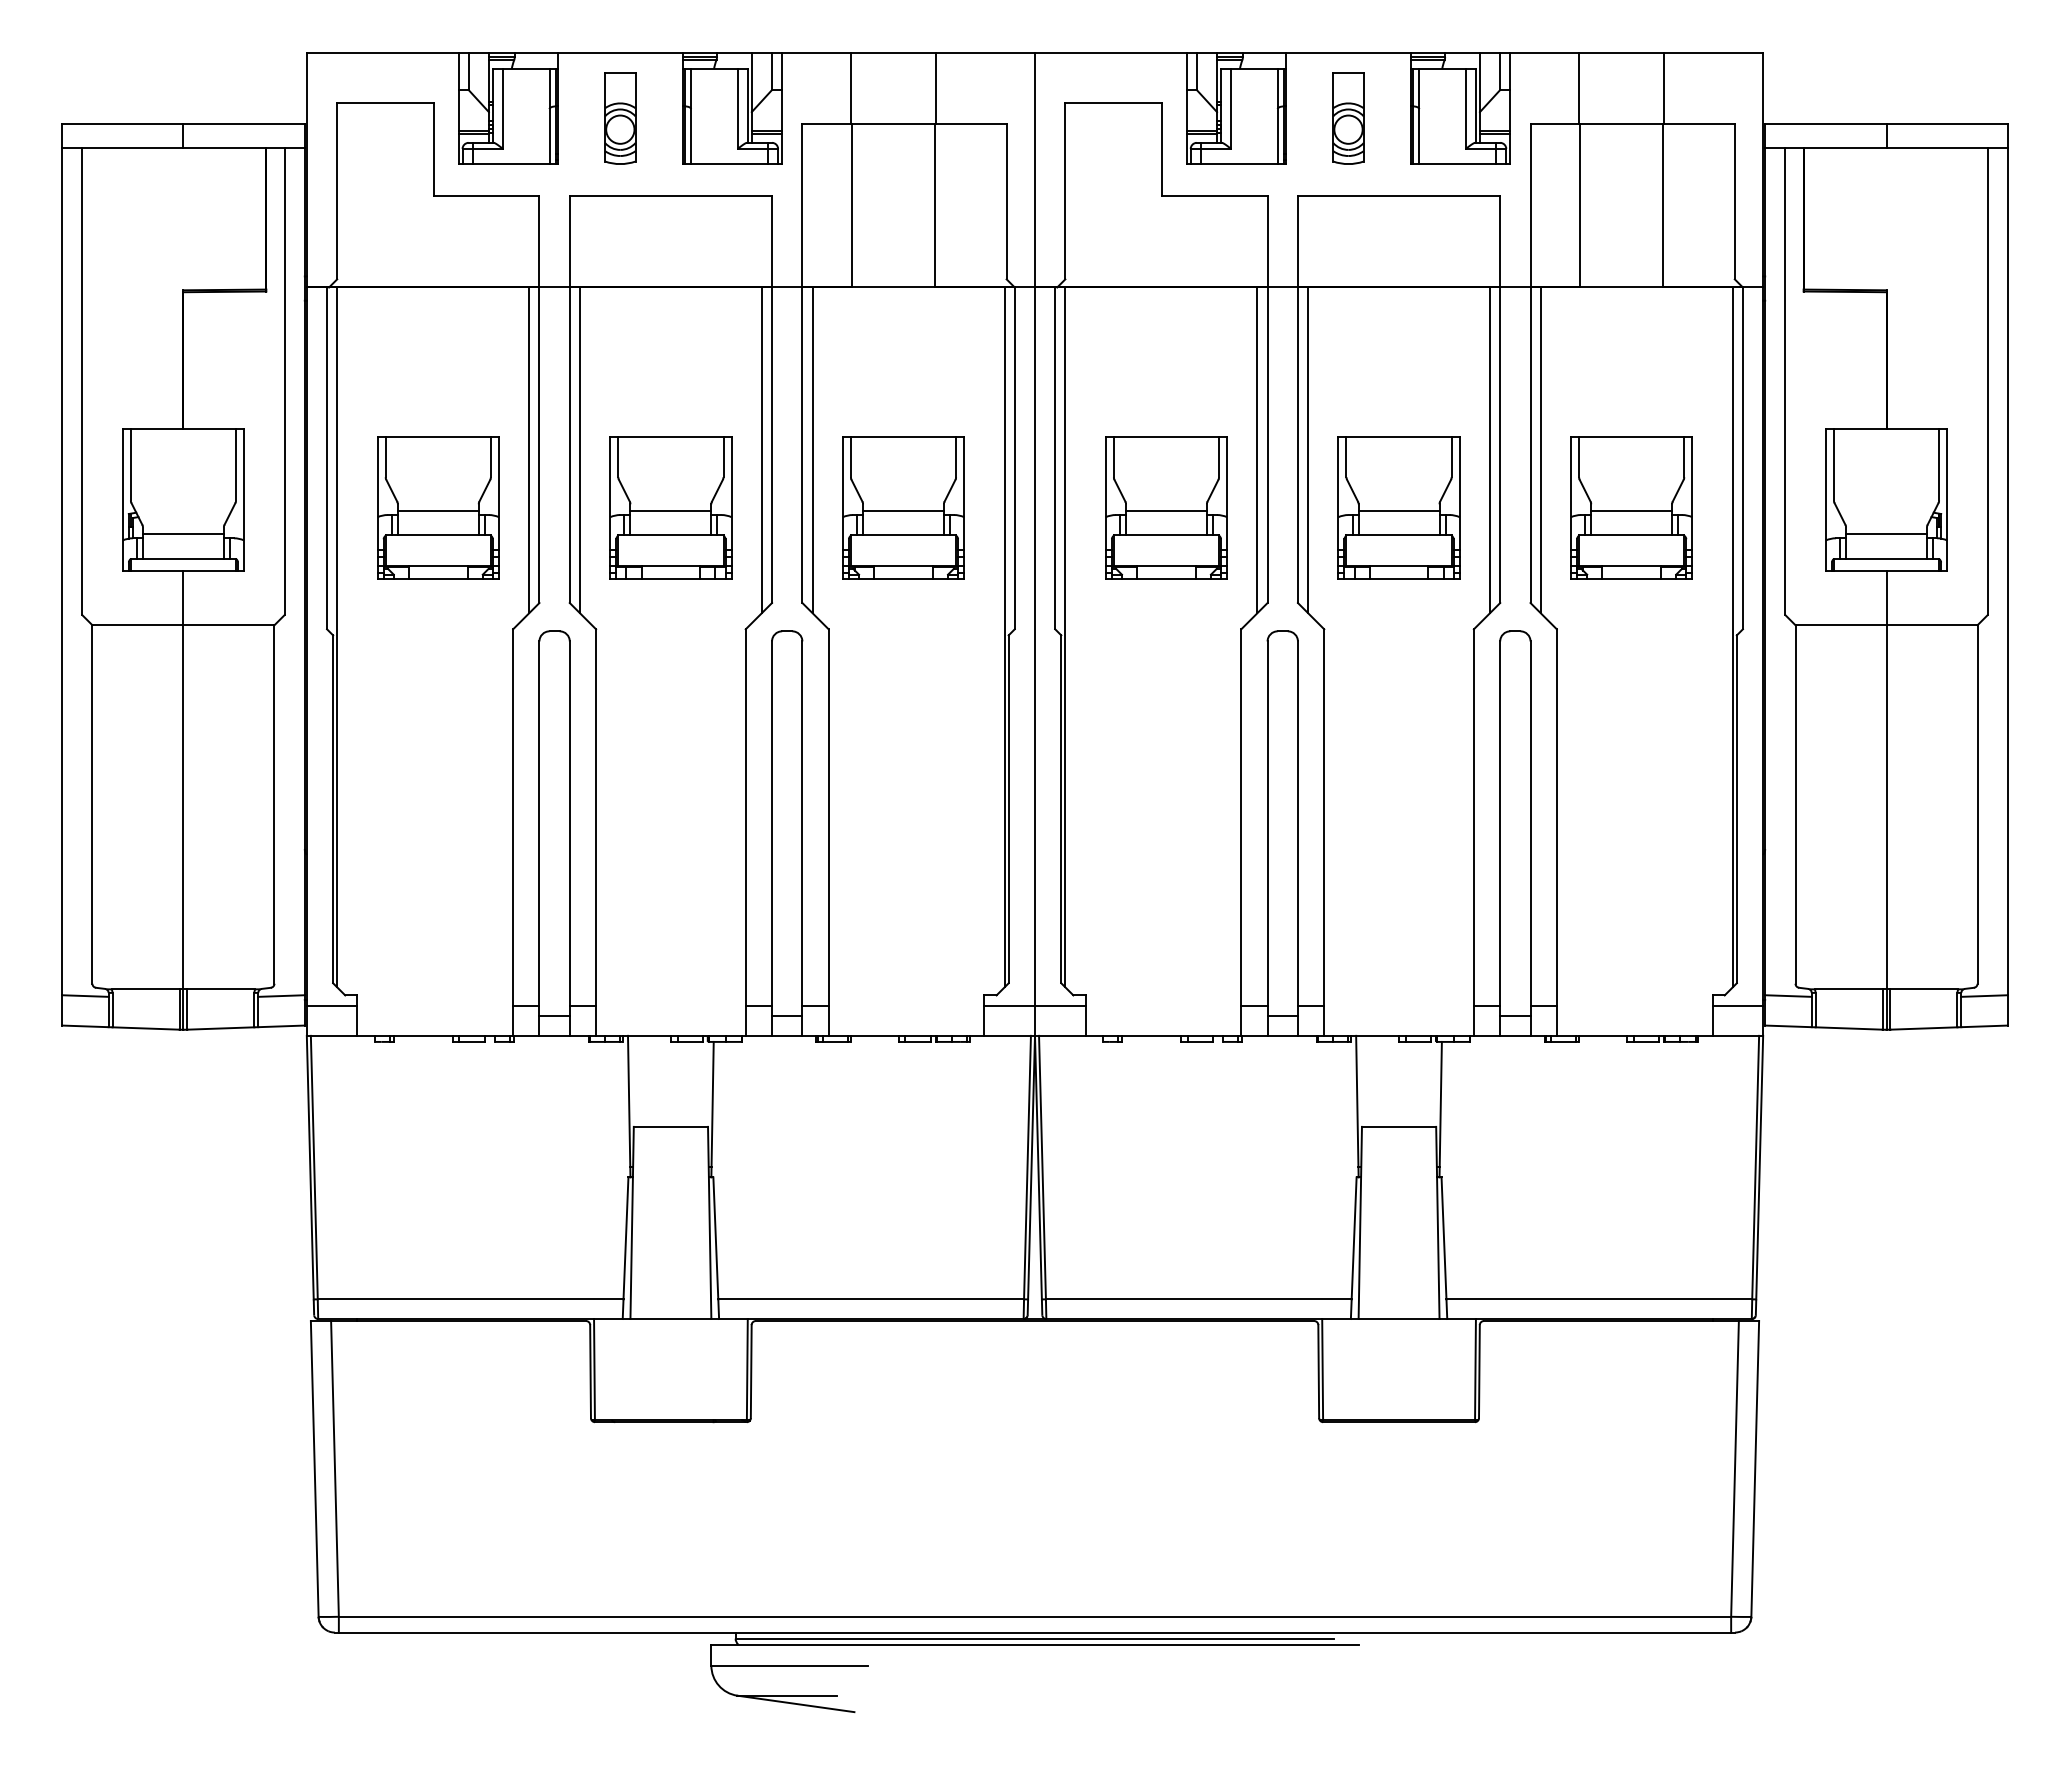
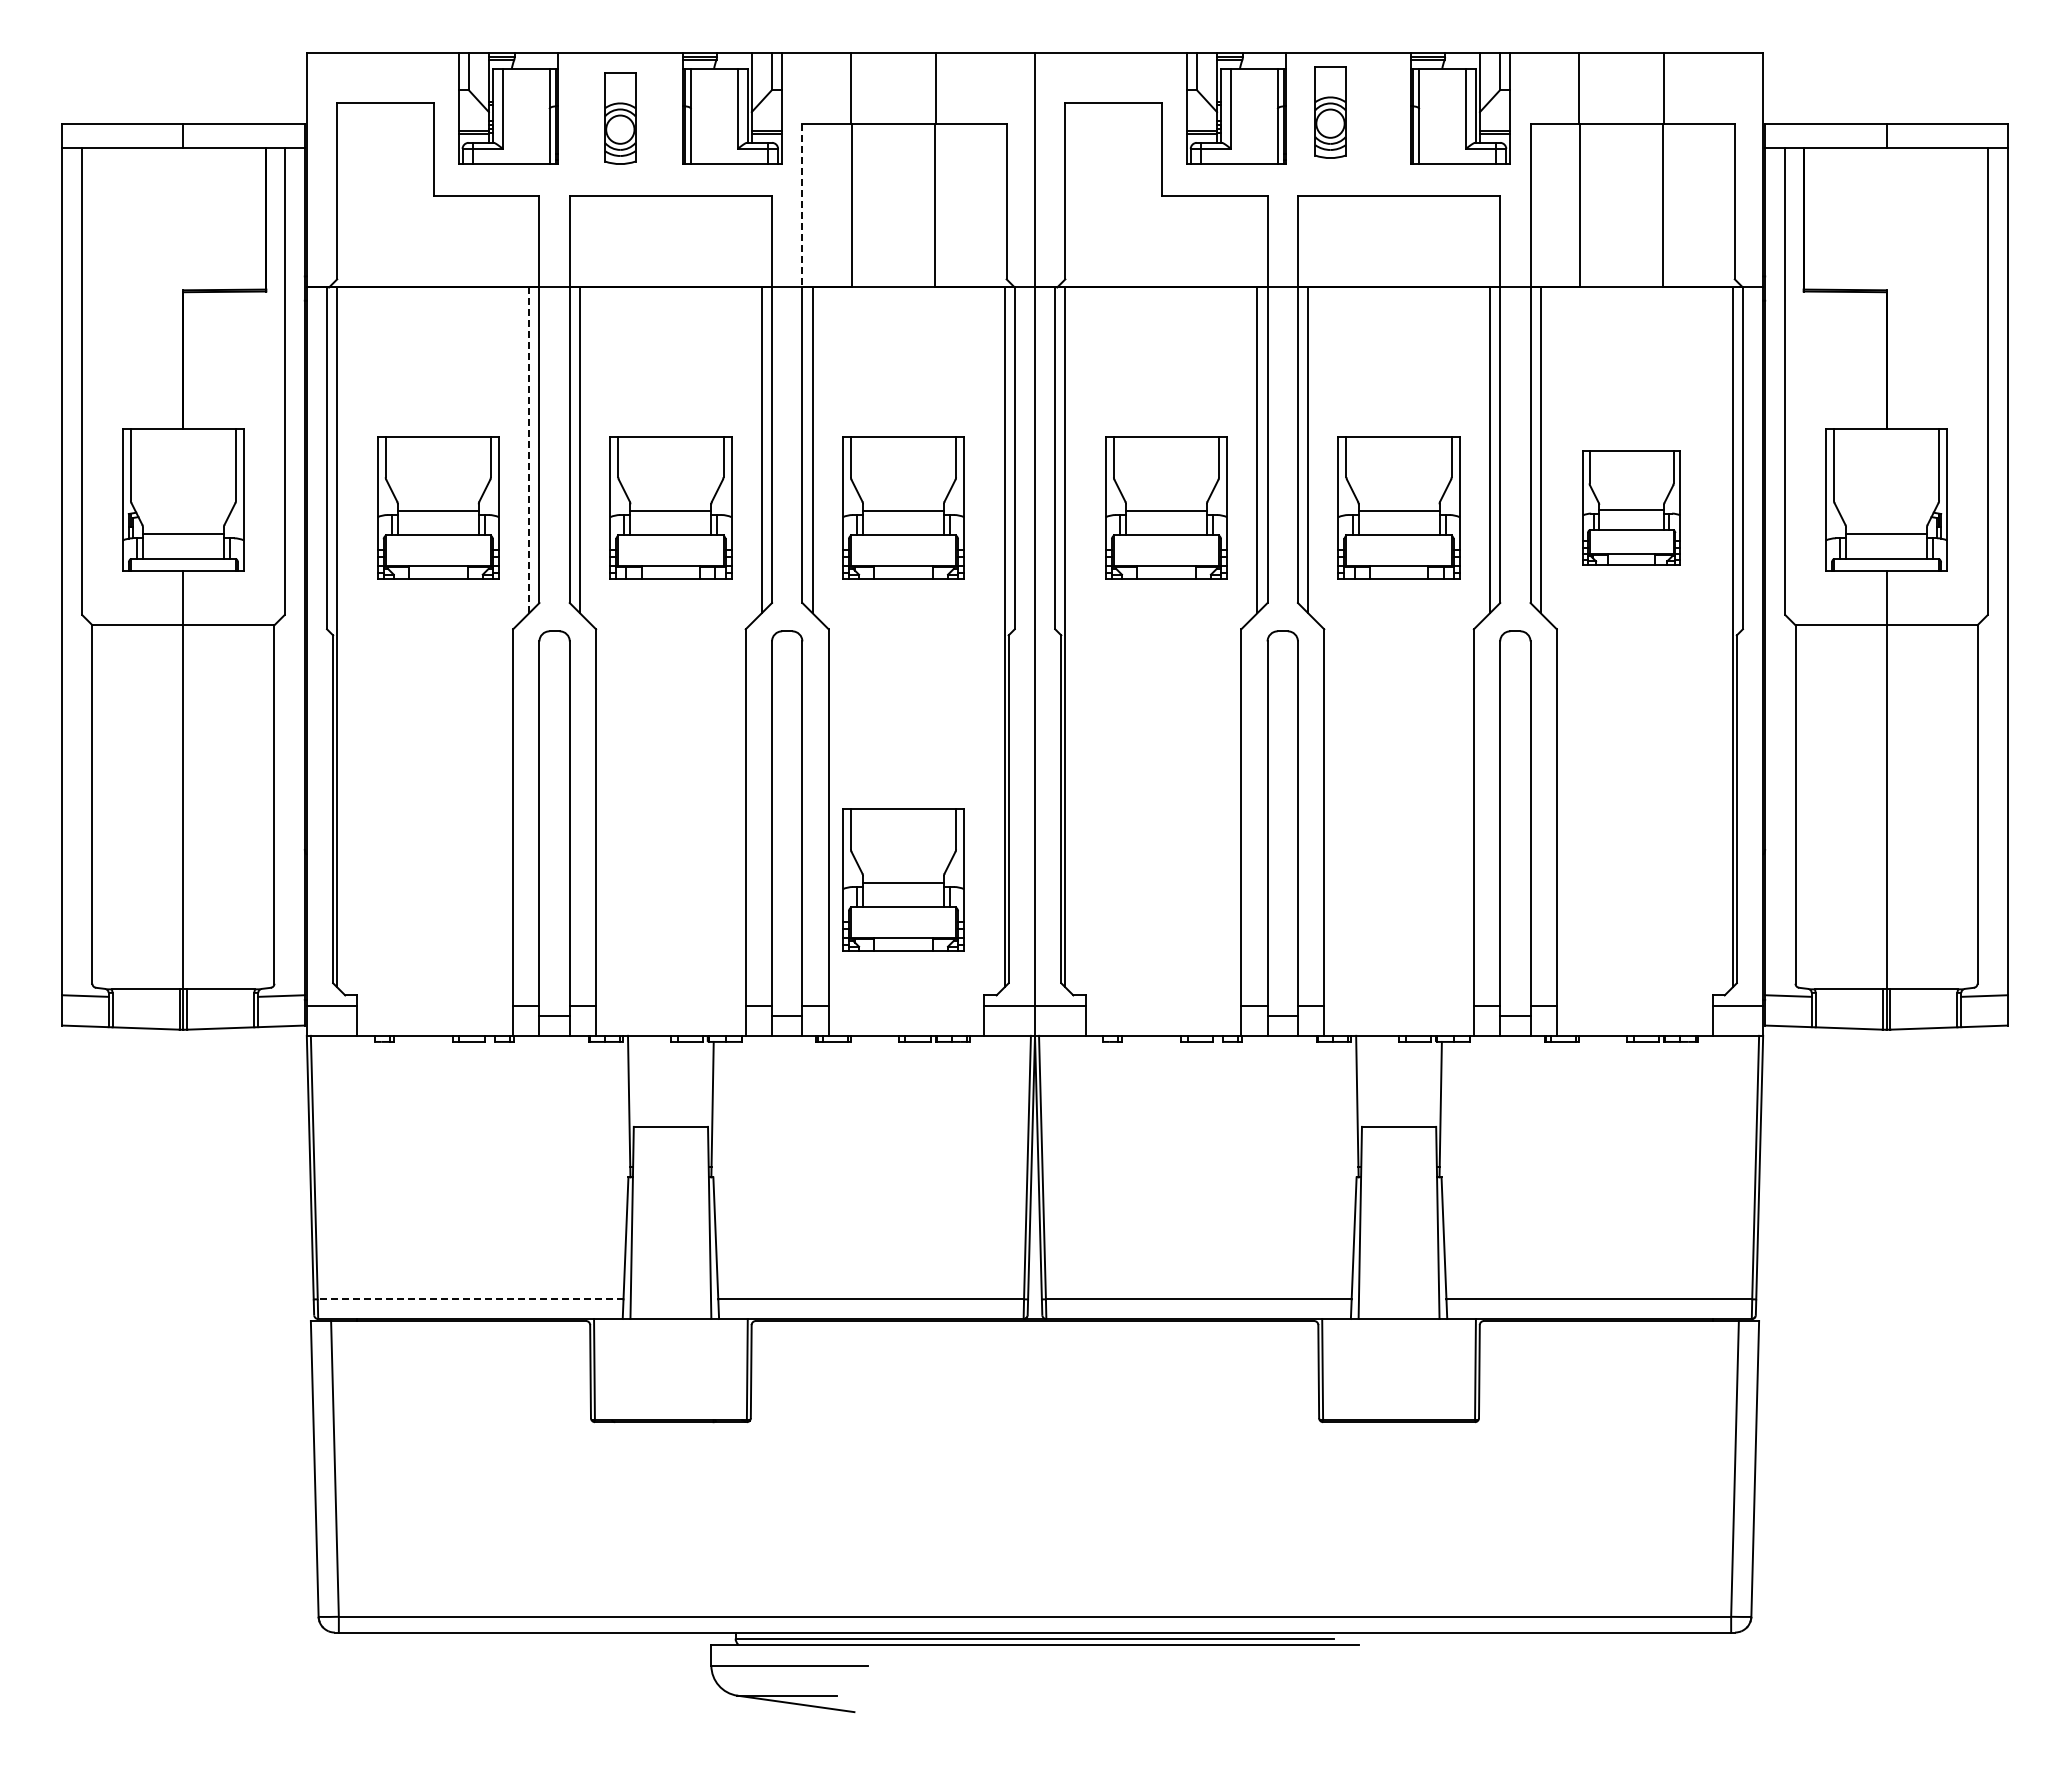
part at (1348, 118) position: (1348, 118) -> (1330, 112)
line at (802, 205): solid -> dashed
line at (529, 450): solid -> dashed
part at (1631, 507) size: 123x144 px -> 99x116 px
part at (903, 879): none -> present
line at (470, 1299): solid -> dashed
